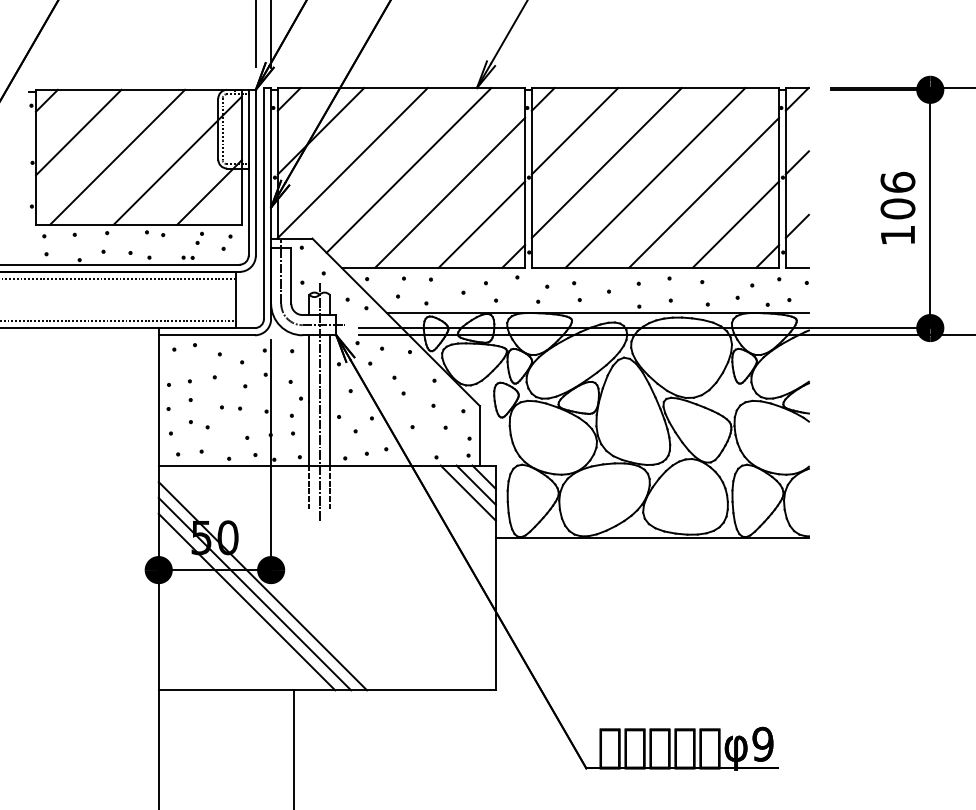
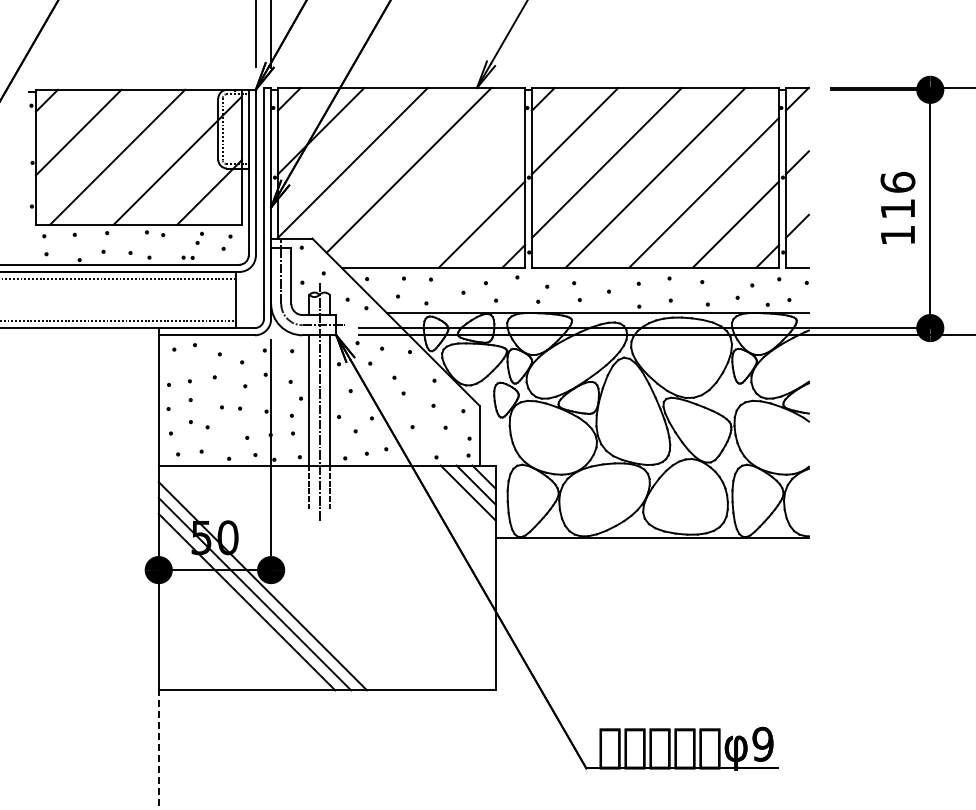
line at (450, 192): present -> none
text at (897, 208): 106 -> 116
line at (293, 748): present -> none
line at (158, 749): solid -> dashed
